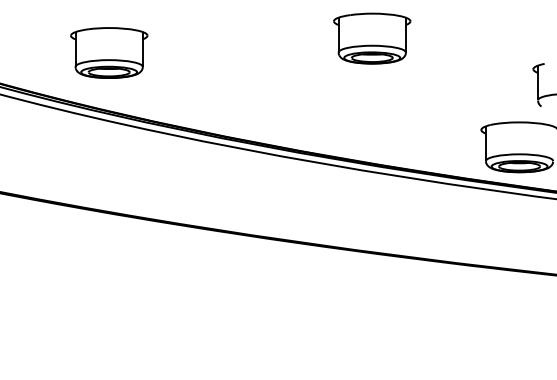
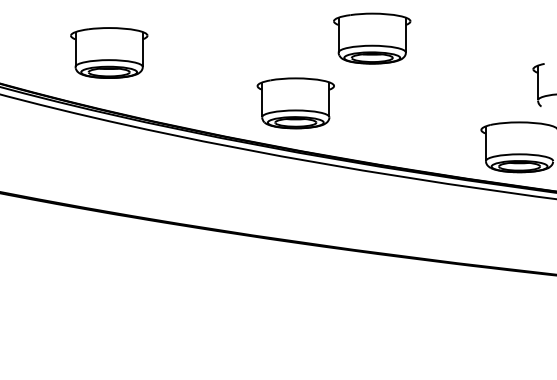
part at (295, 103): none -> present
